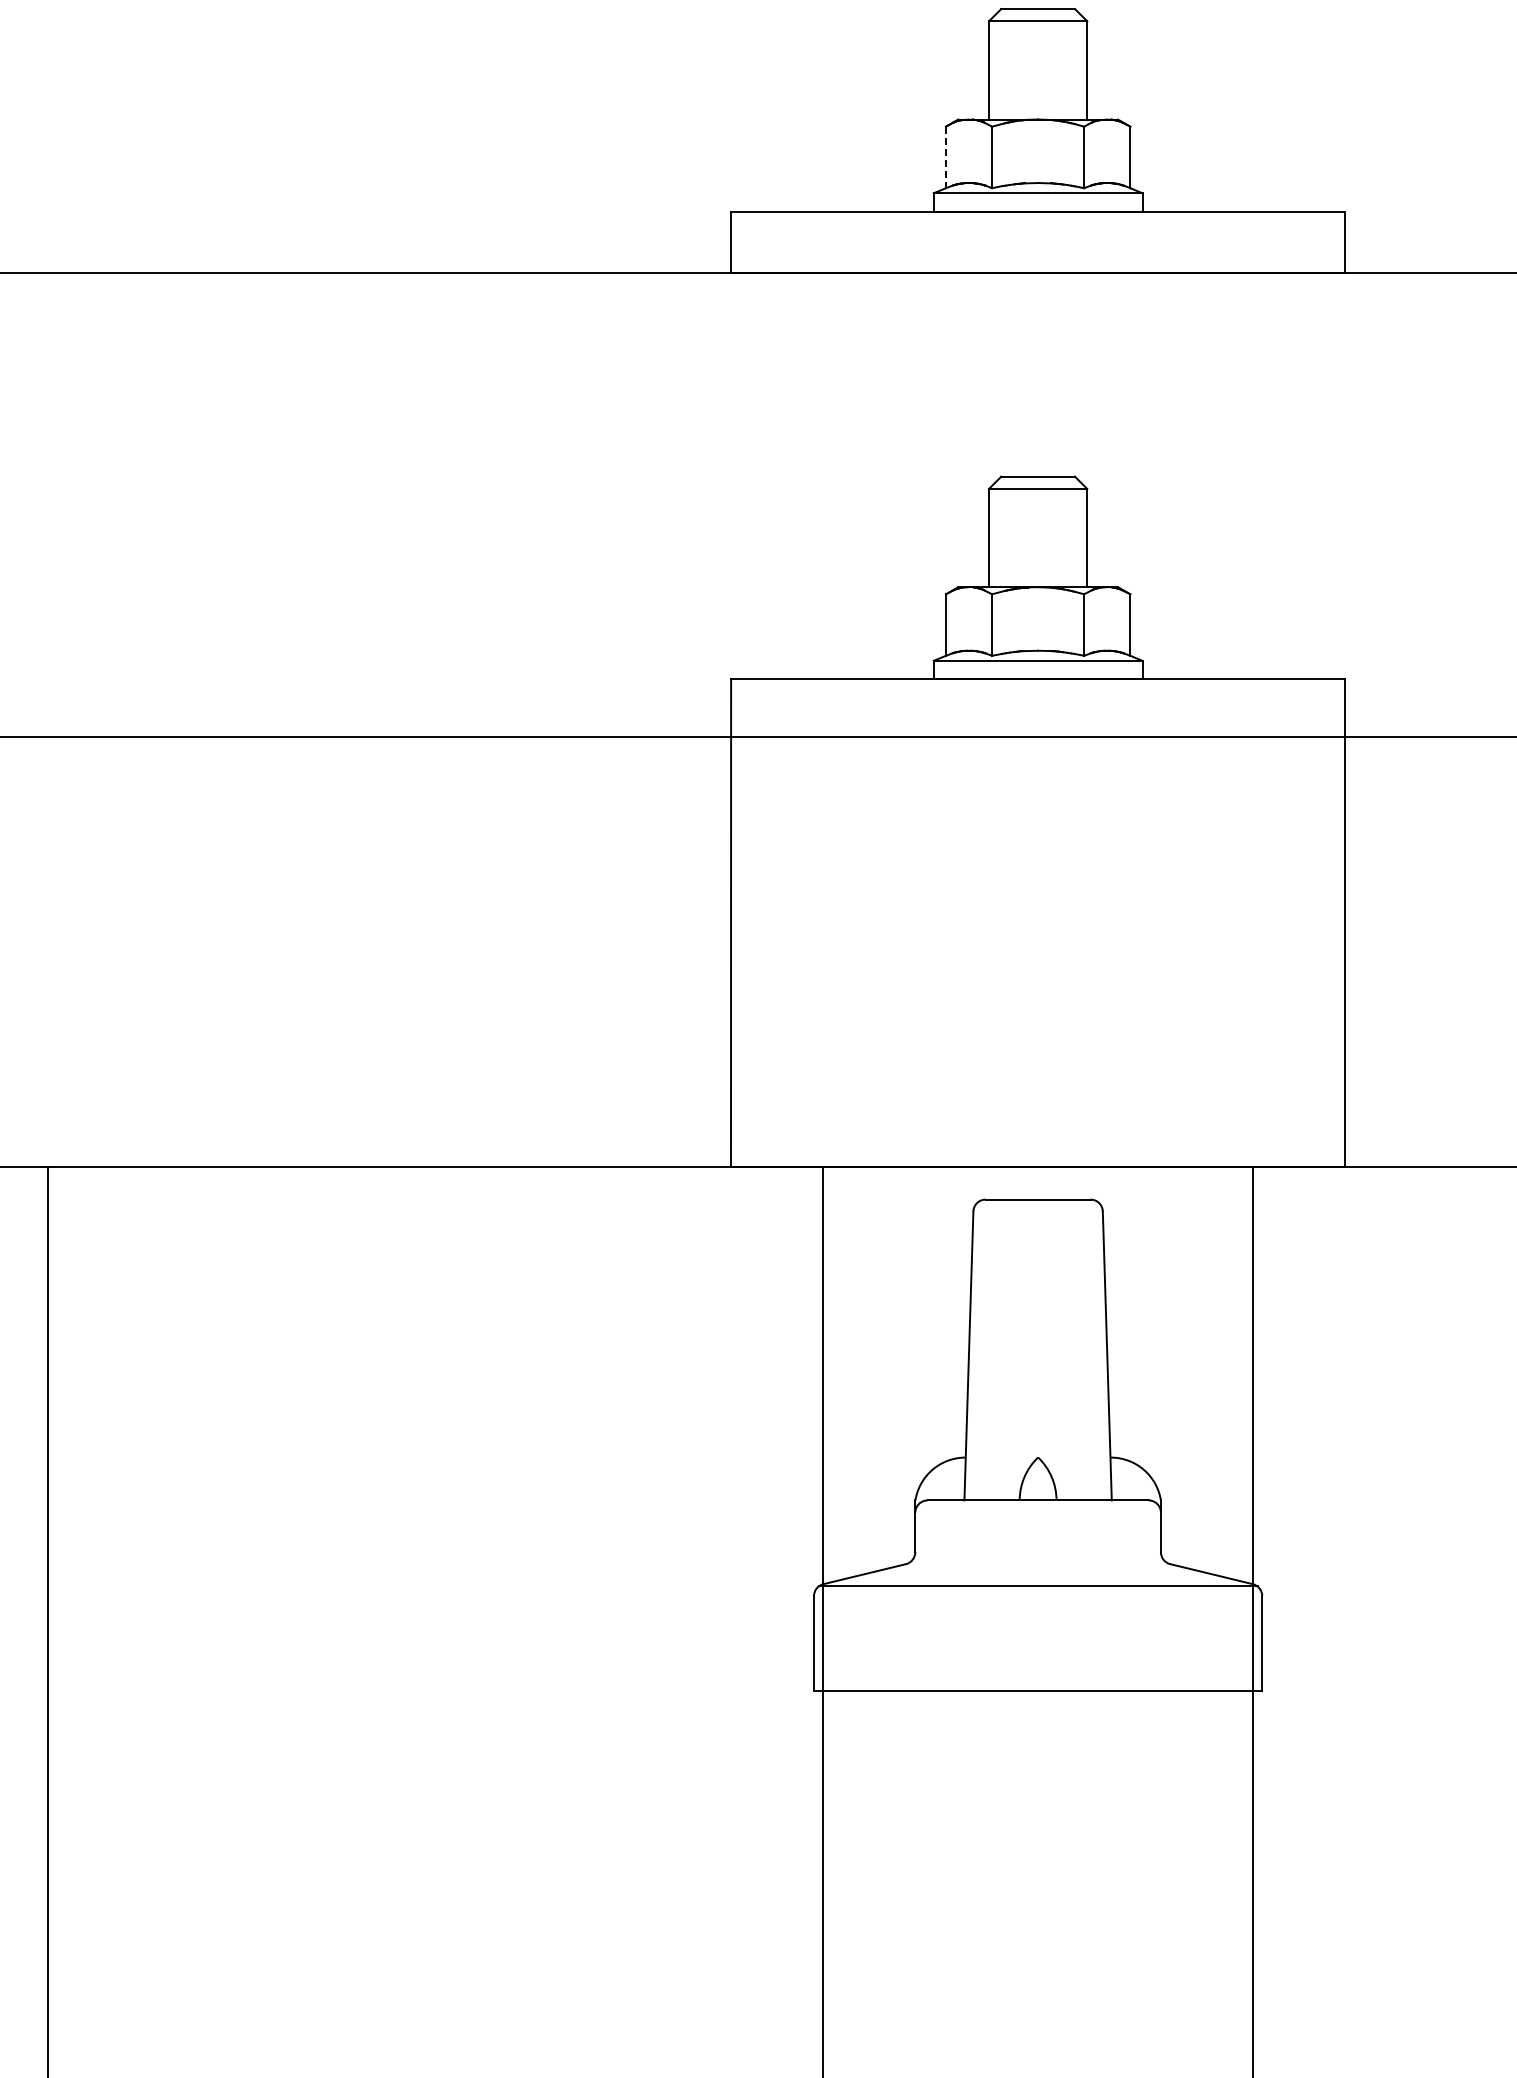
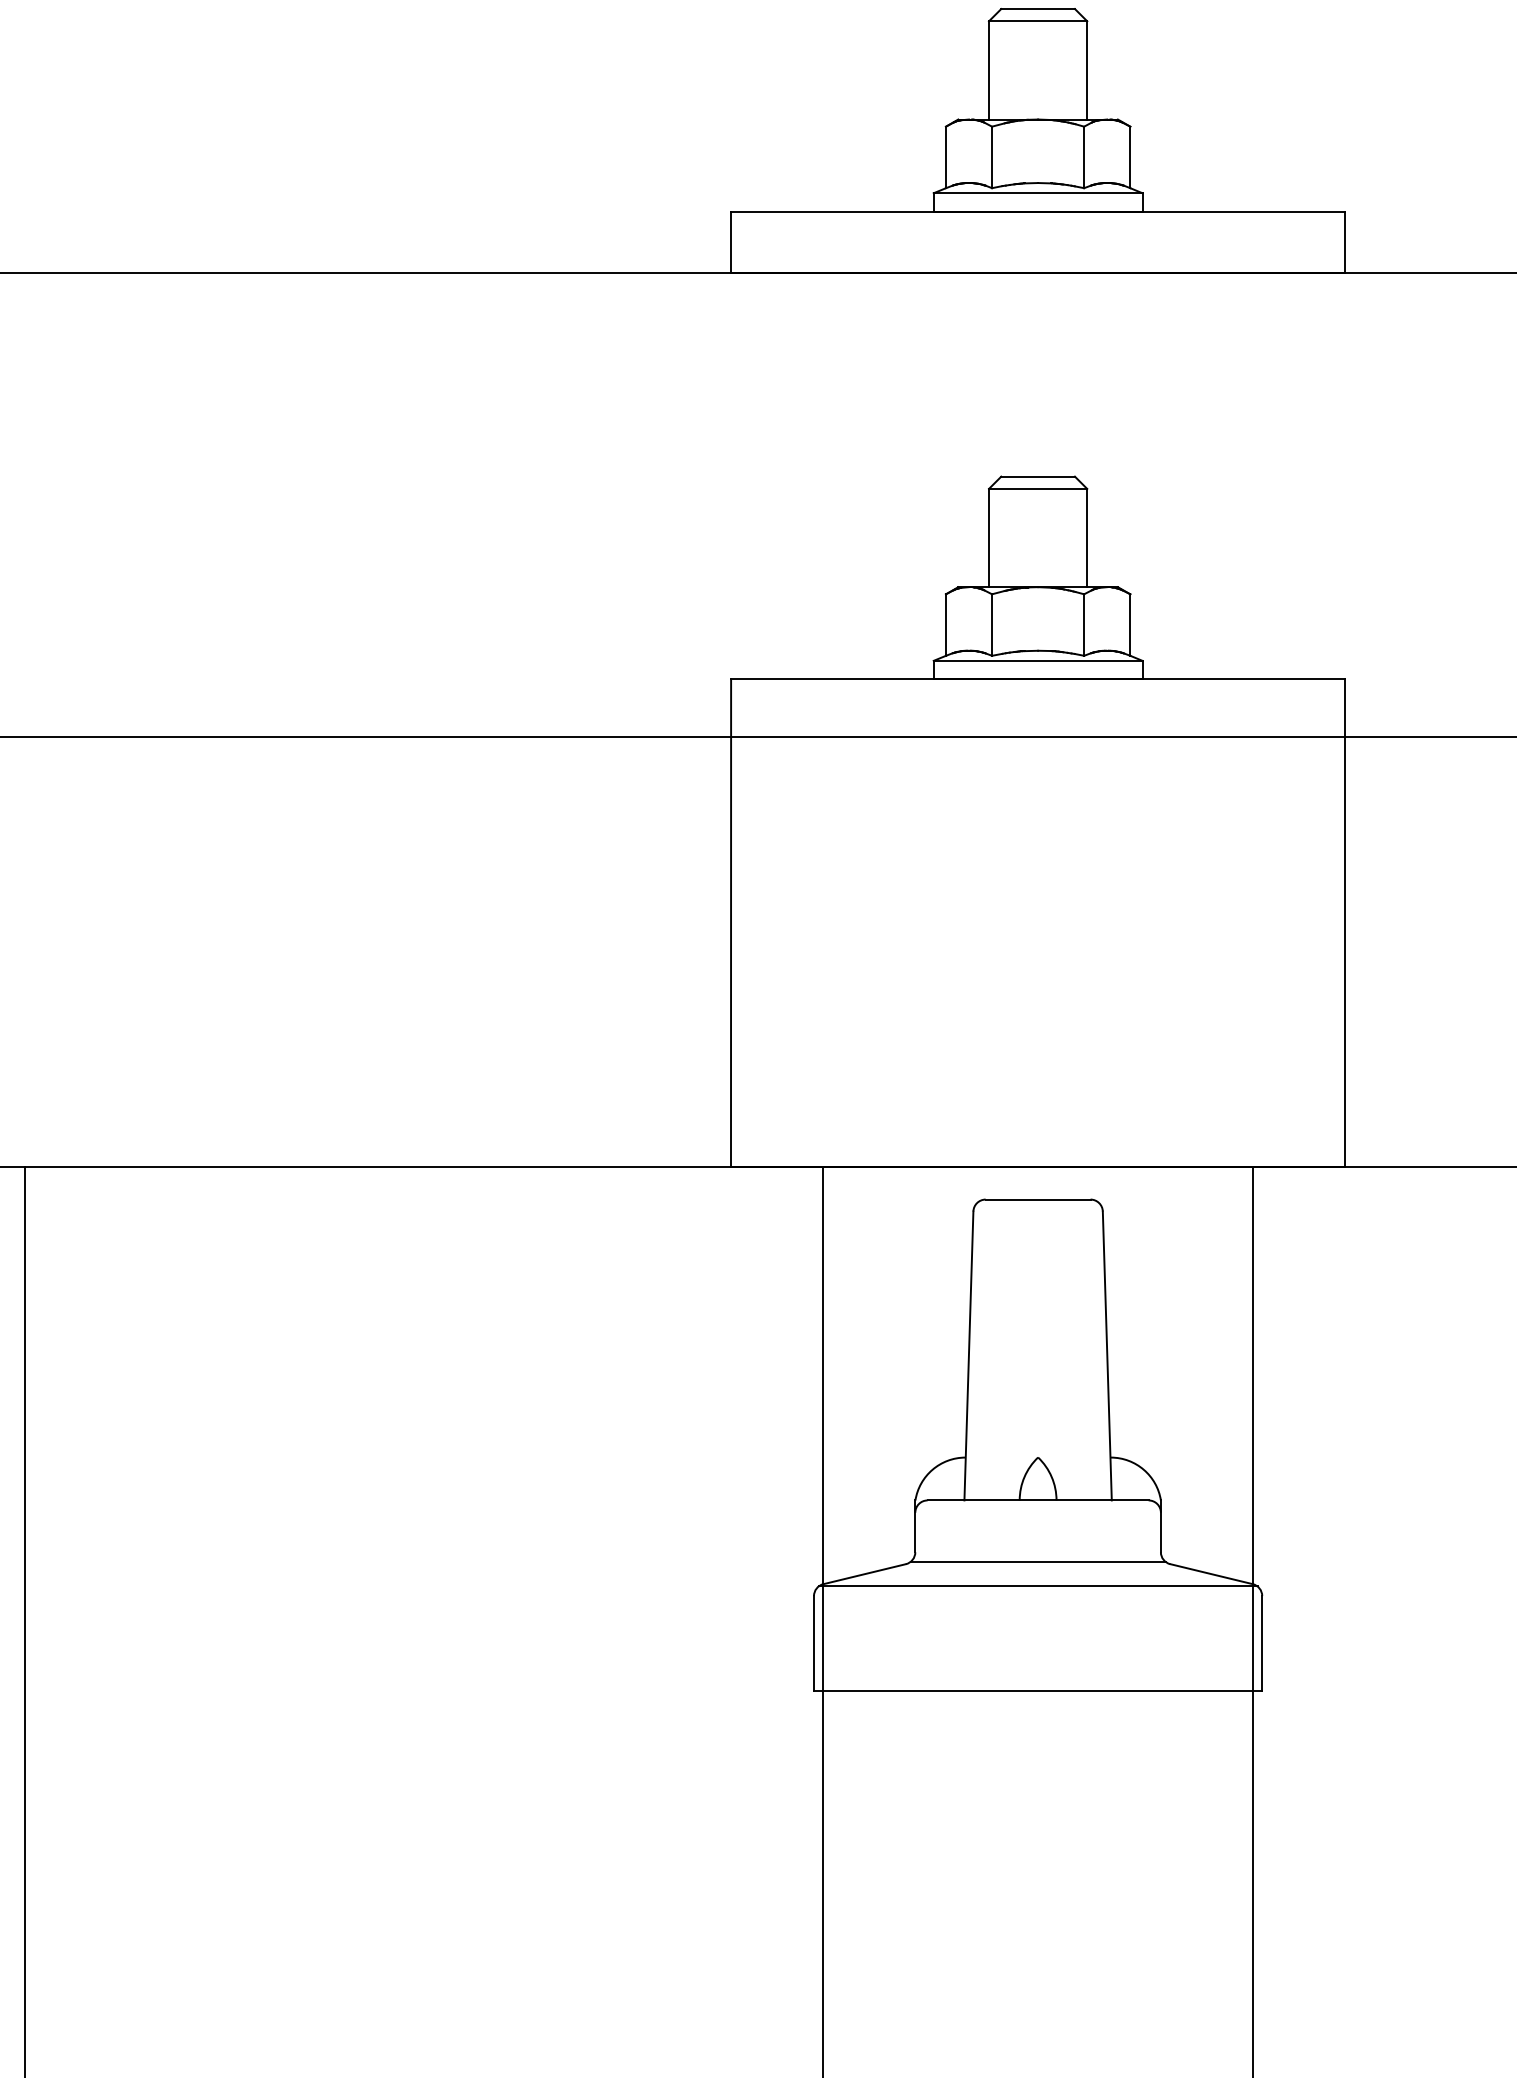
line at (946, 157): dashed -> solid
line at (1037, 1561): none -> present
line at (48, 1620) position: (48, 1620) -> (25, 1620)
